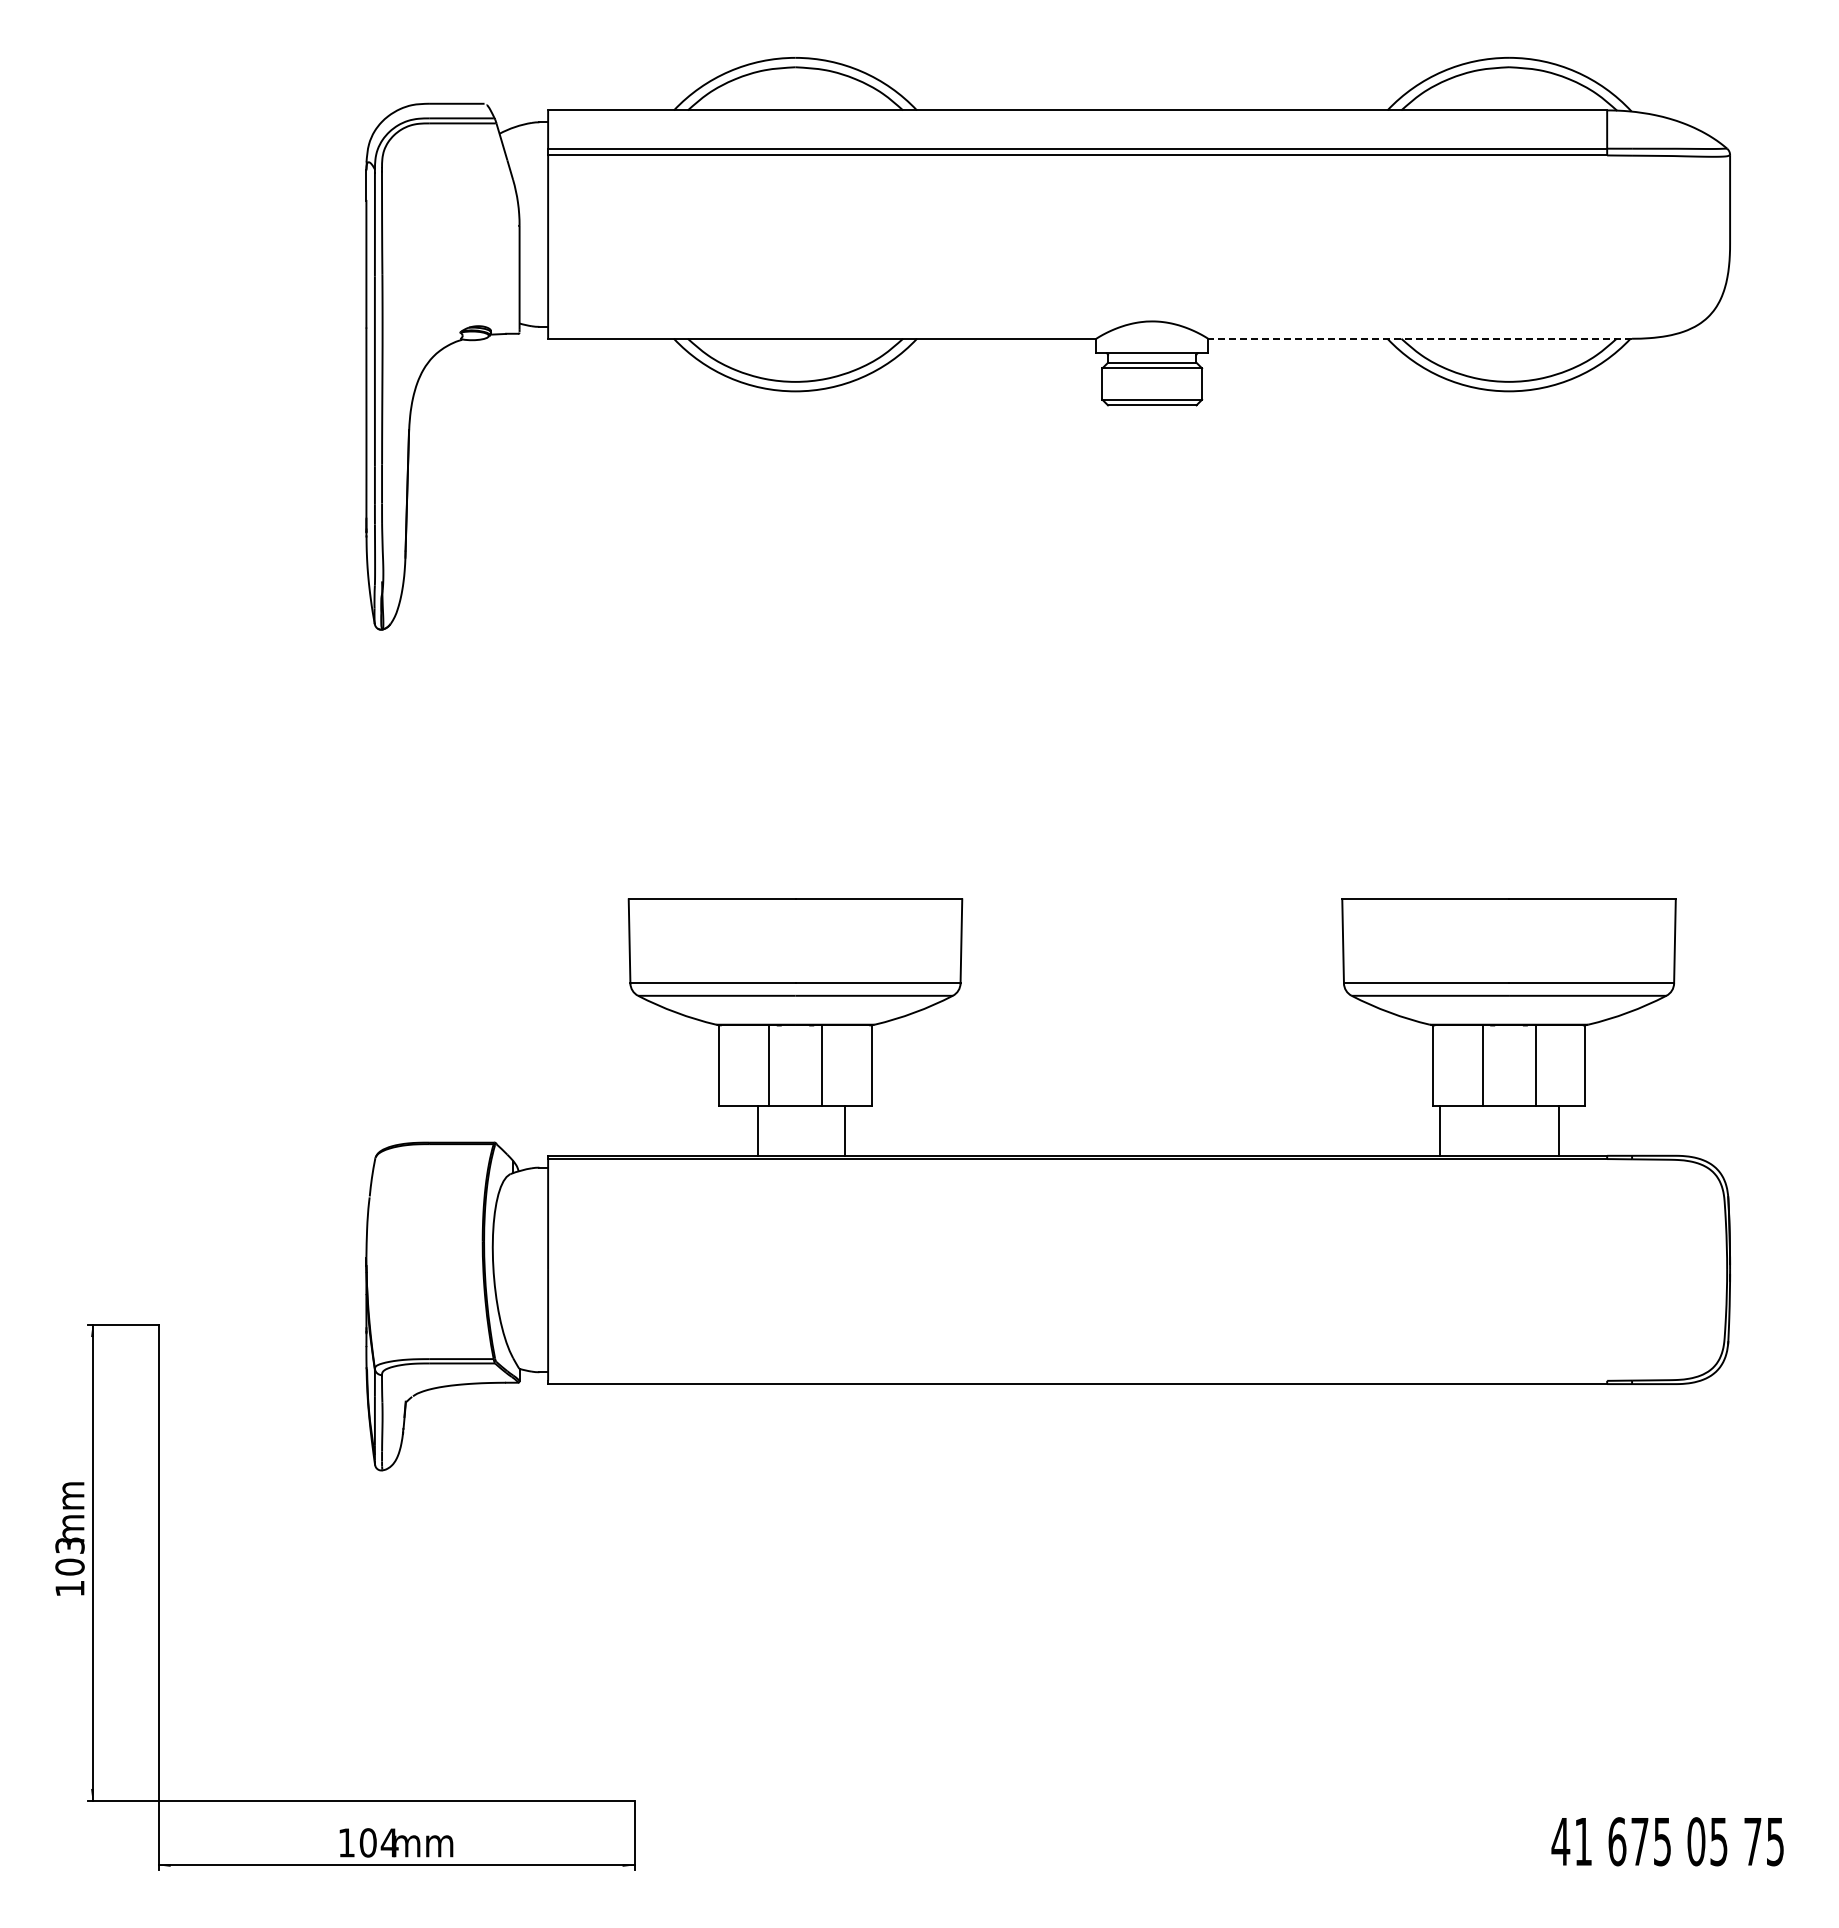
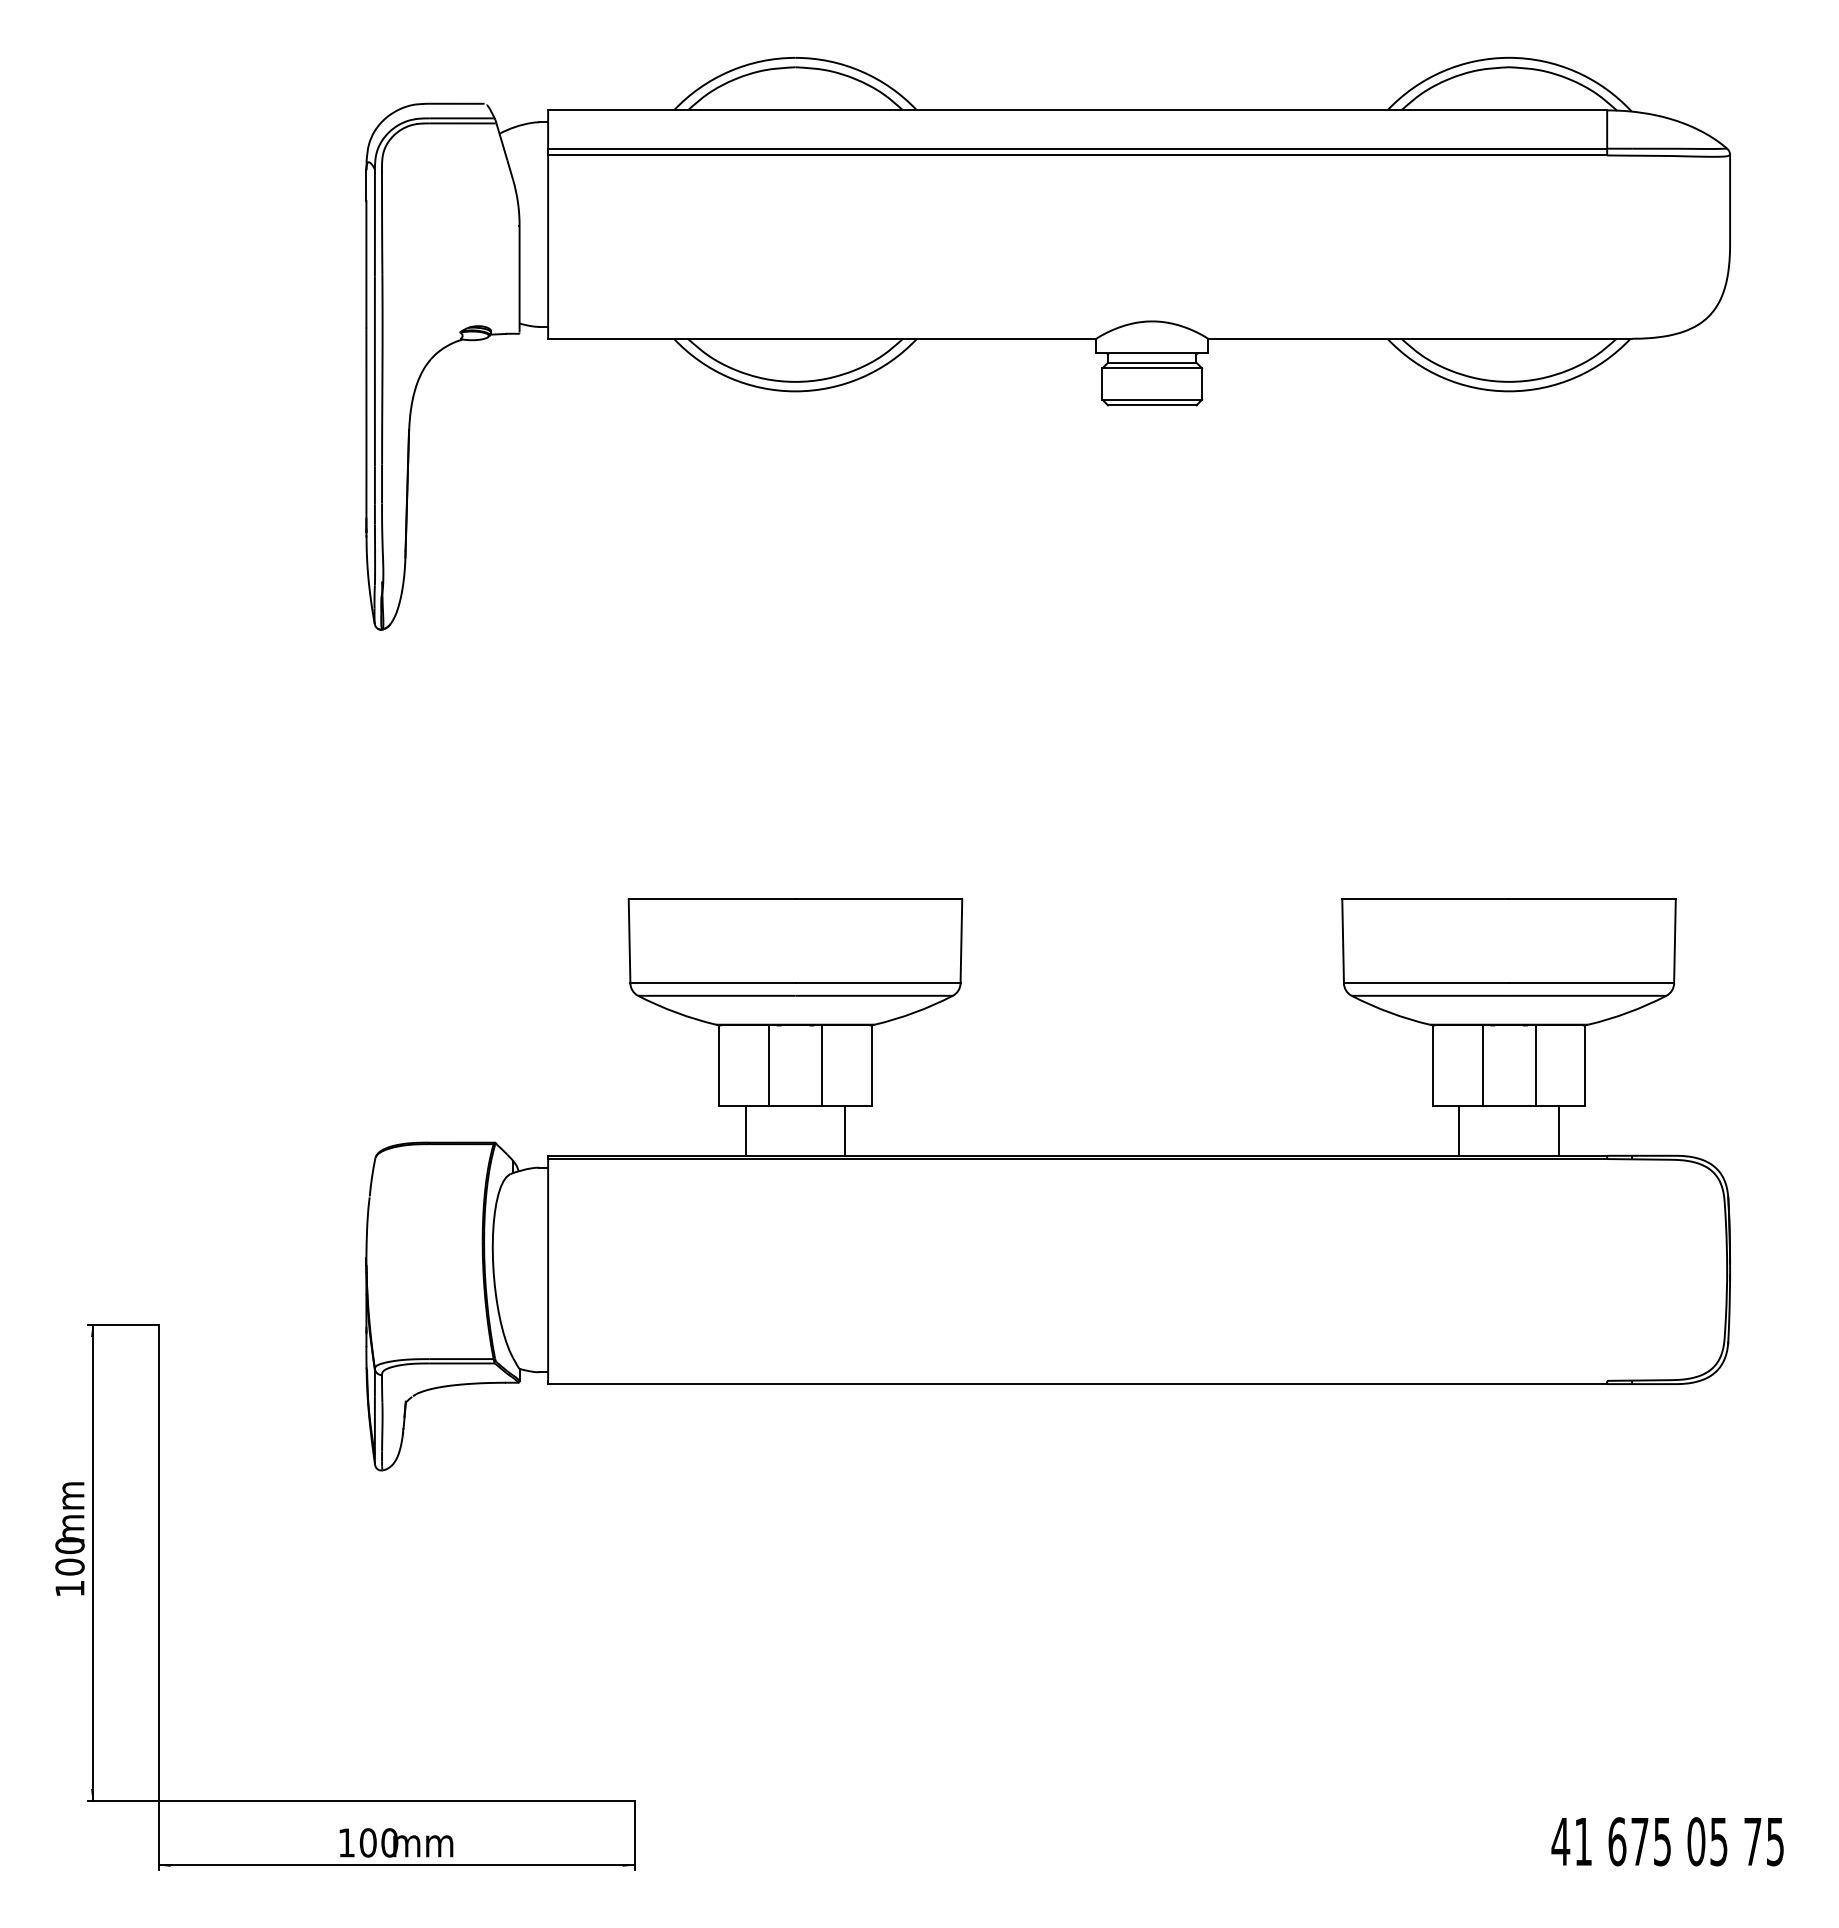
line at (1420, 338): dashed -> solid
line at (757, 1130) position: (757, 1130) -> (745, 1130)
line at (1440, 1130) position: (1440, 1130) -> (1459, 1130)
text at (69, 1545): 103 -> 100
text at (389, 1842): 104 -> 100
